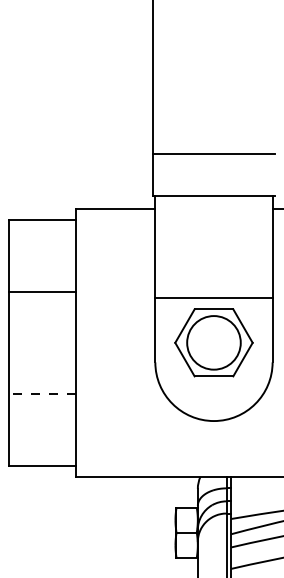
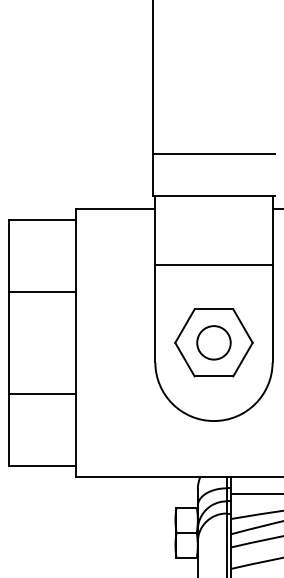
line at (213, 297) position: (213, 297) -> (213, 264)
circle at (213, 342) diameter: 54 px -> 34 px
line at (42, 393): dashed -> solid
line at (255, 493): none -> present
